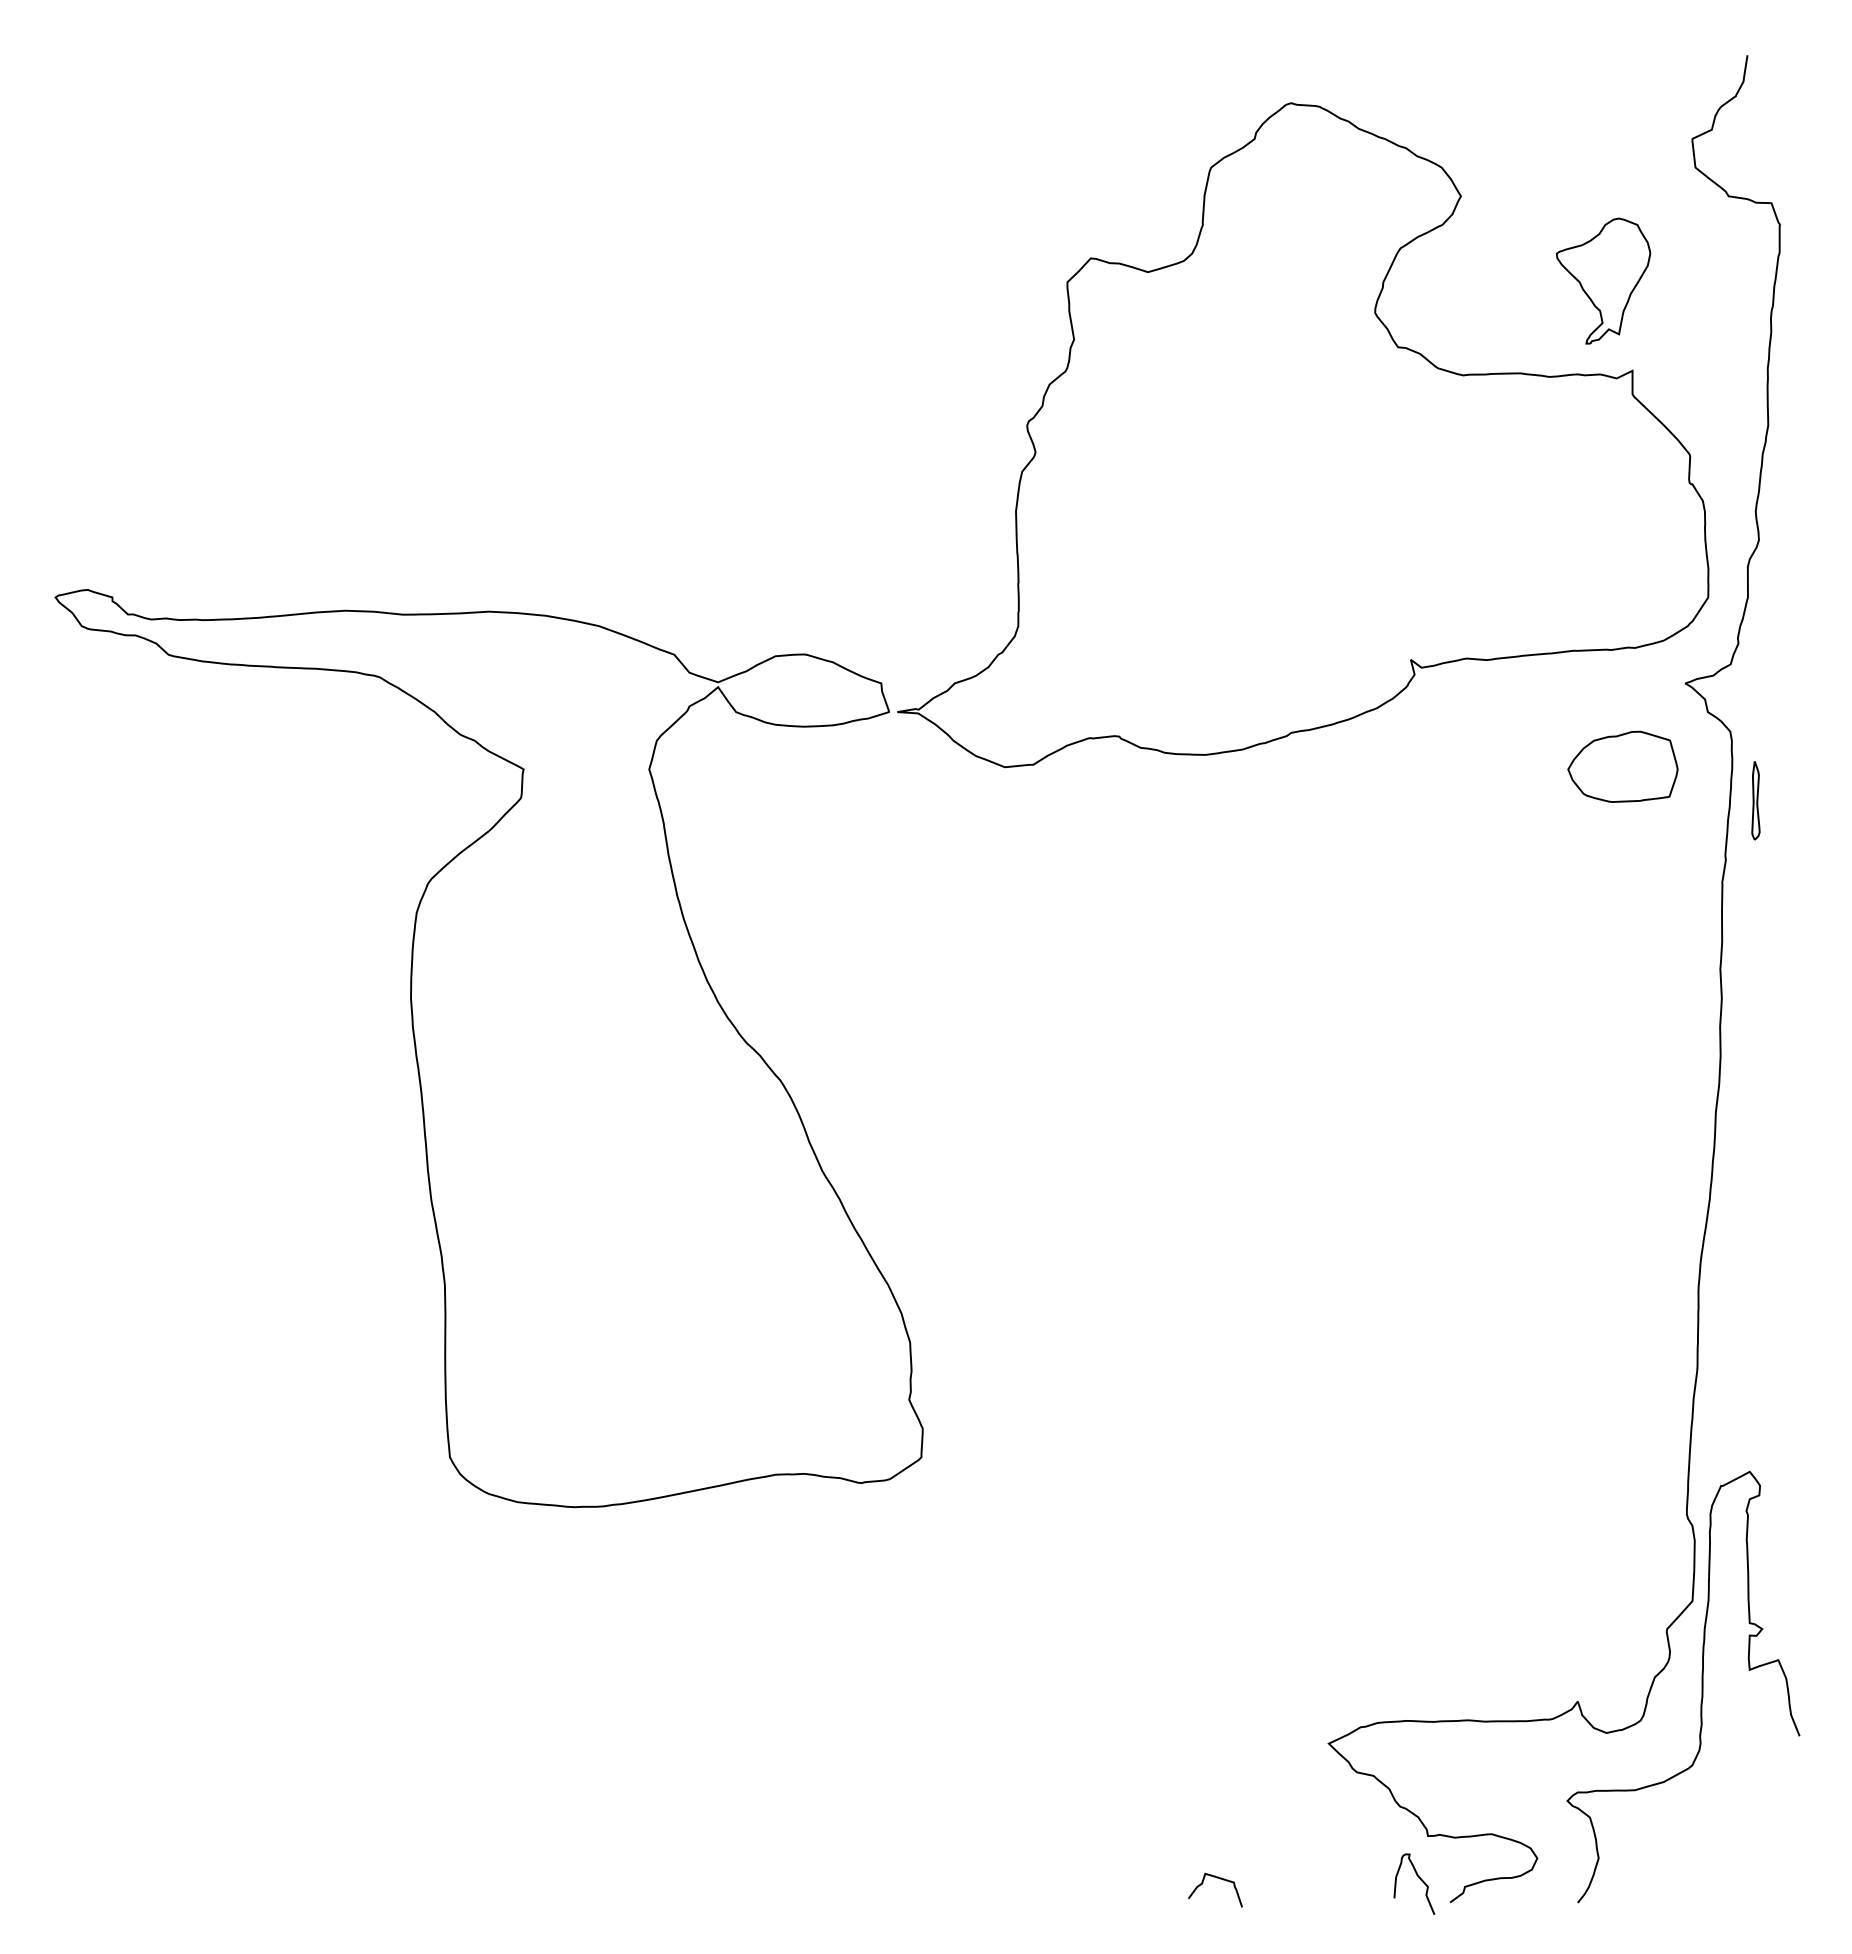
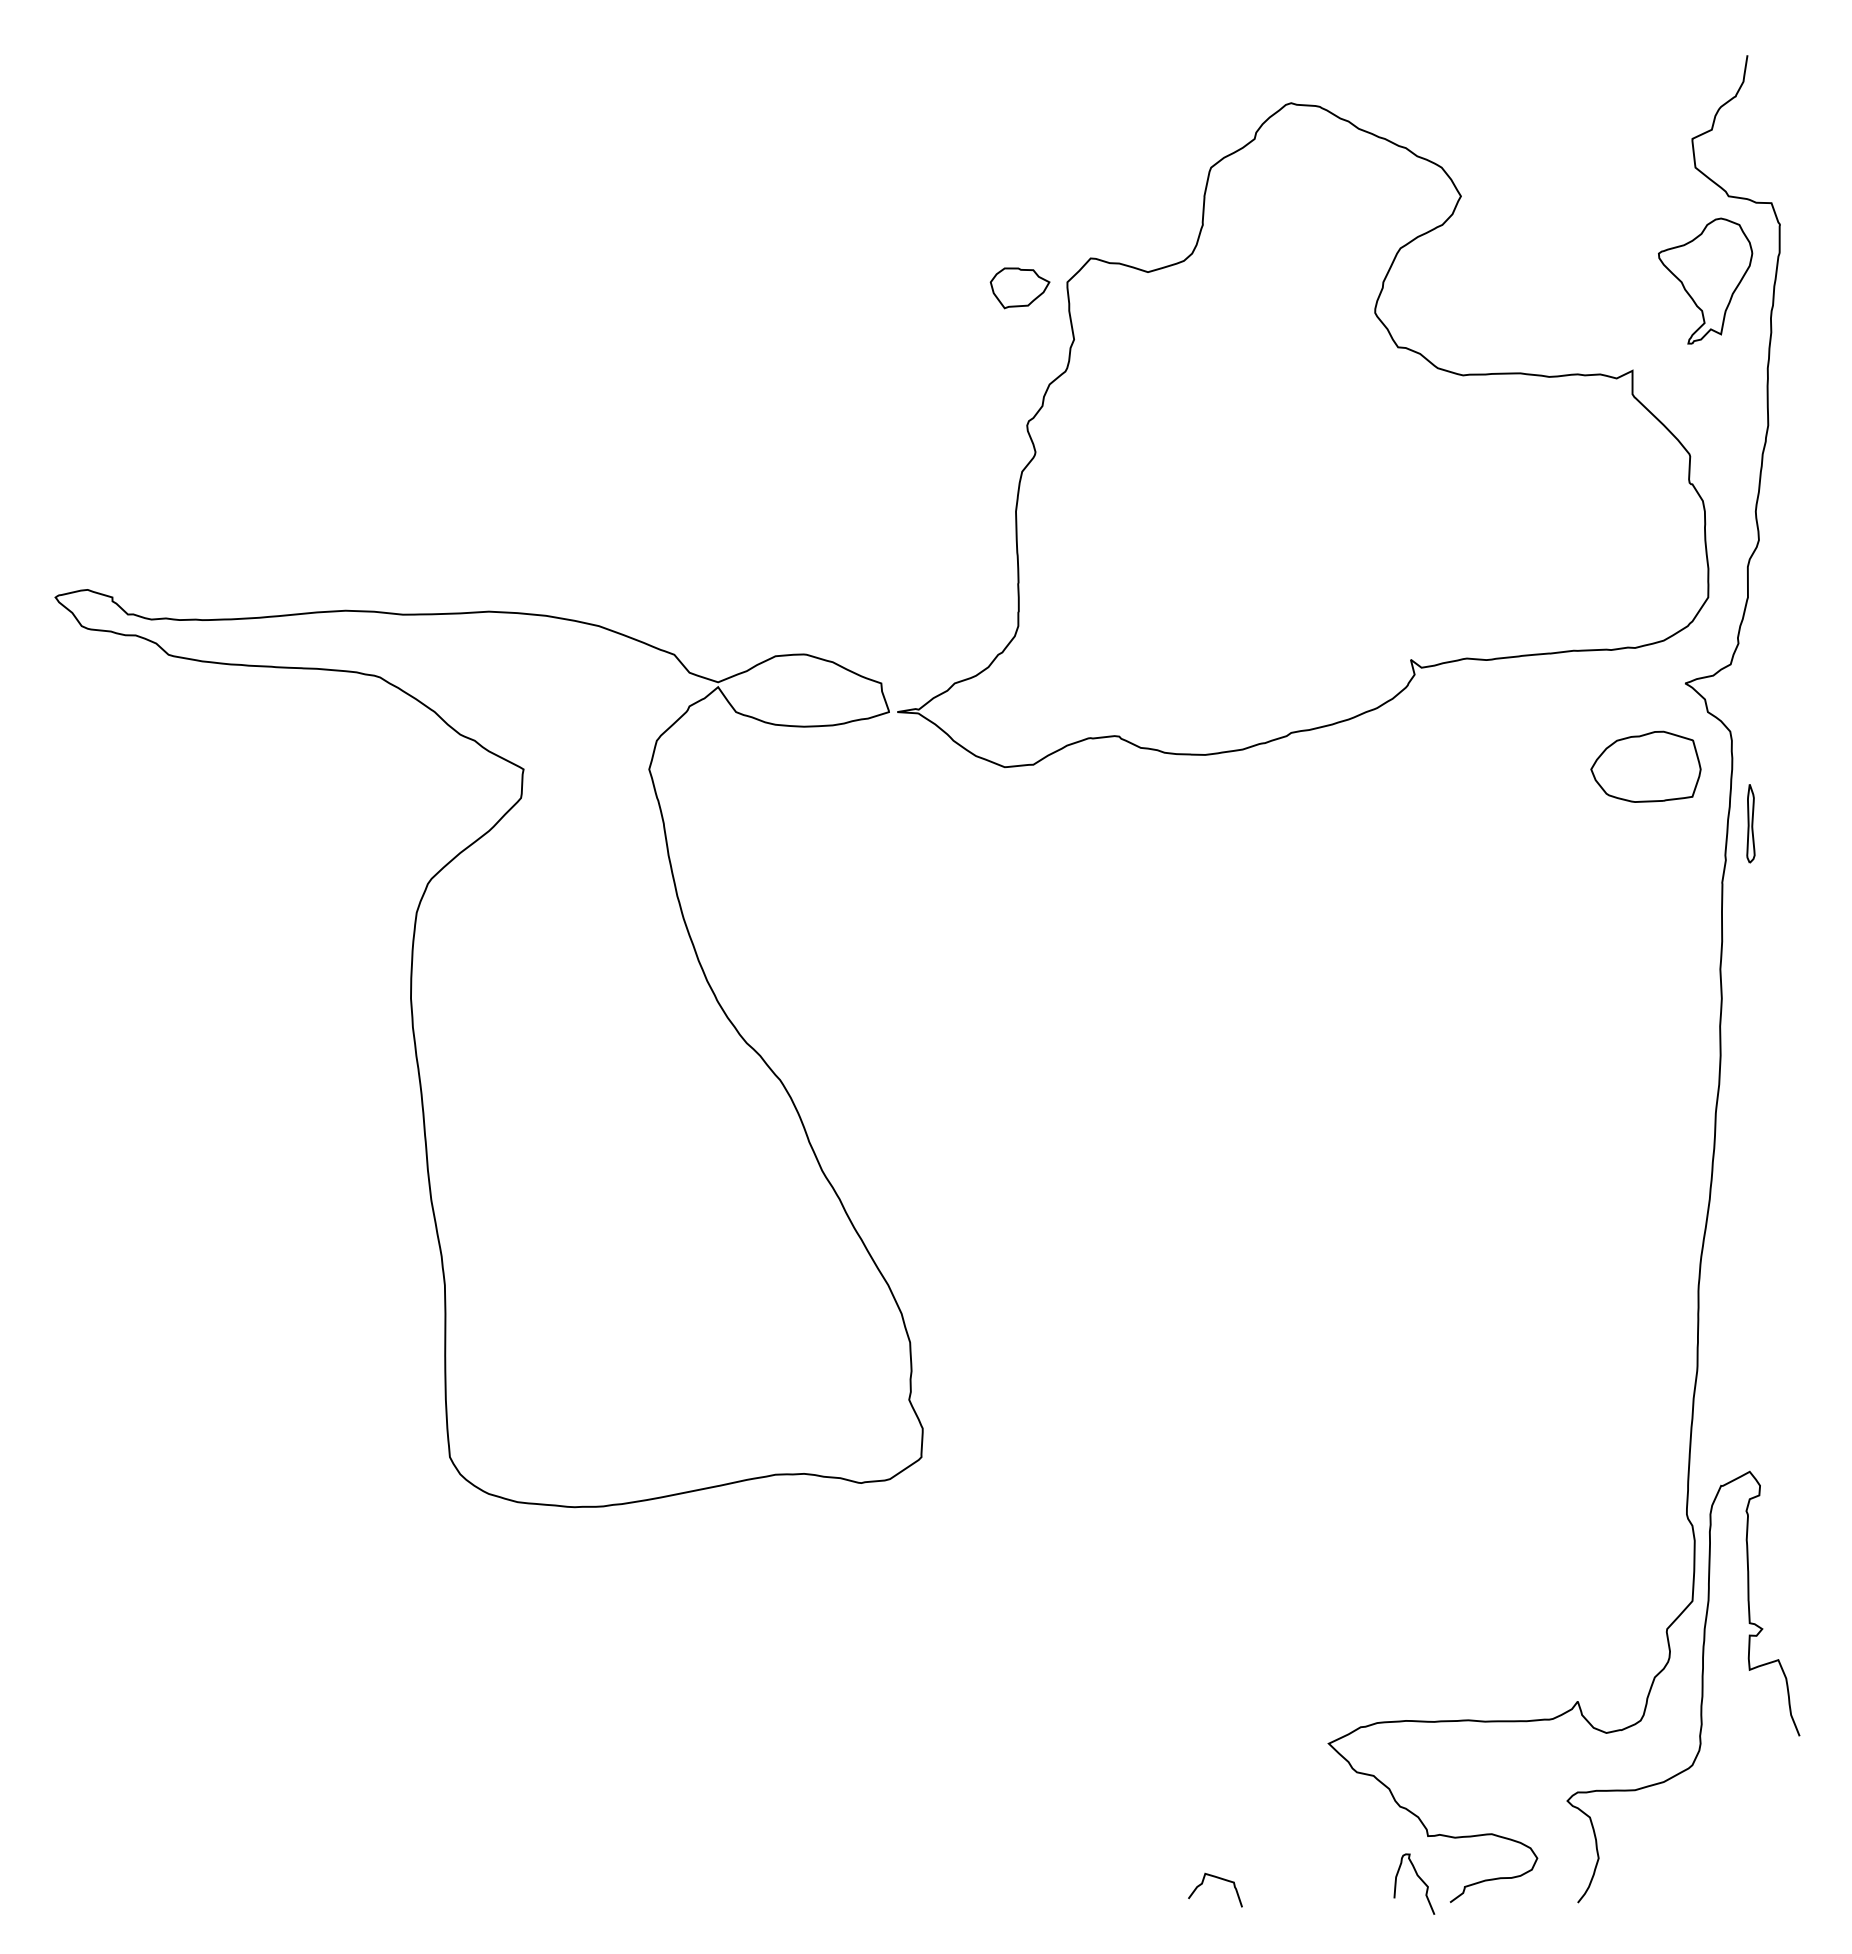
part at (1603, 280) position: (1603, 280) -> (1705, 280)
part at (1019, 288): none -> present
part at (1622, 766) position: (1622, 766) -> (1645, 766)
part at (1755, 800) position: (1755, 800) -> (1750, 823)
